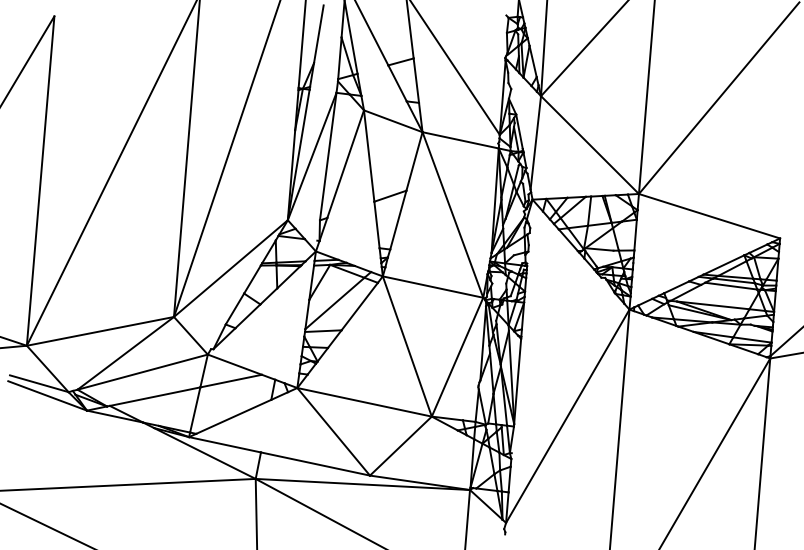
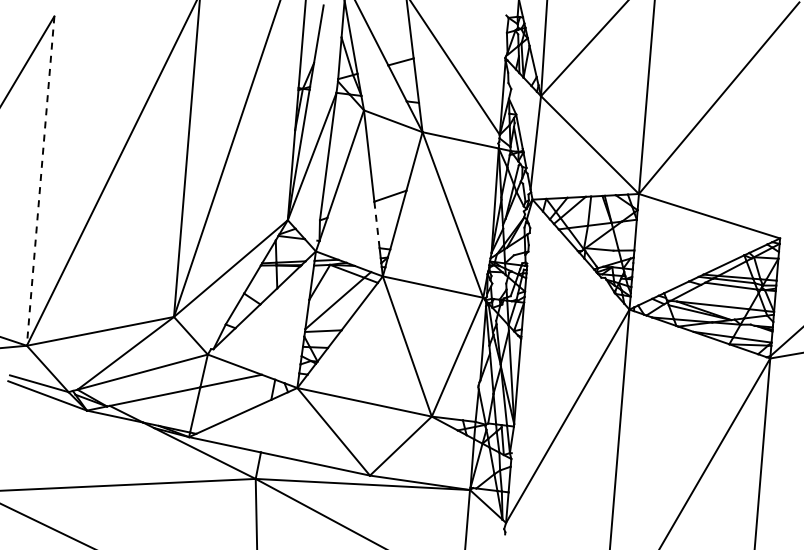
line at (40, 181): solid -> dashed
line at (377, 225): solid -> dashed
